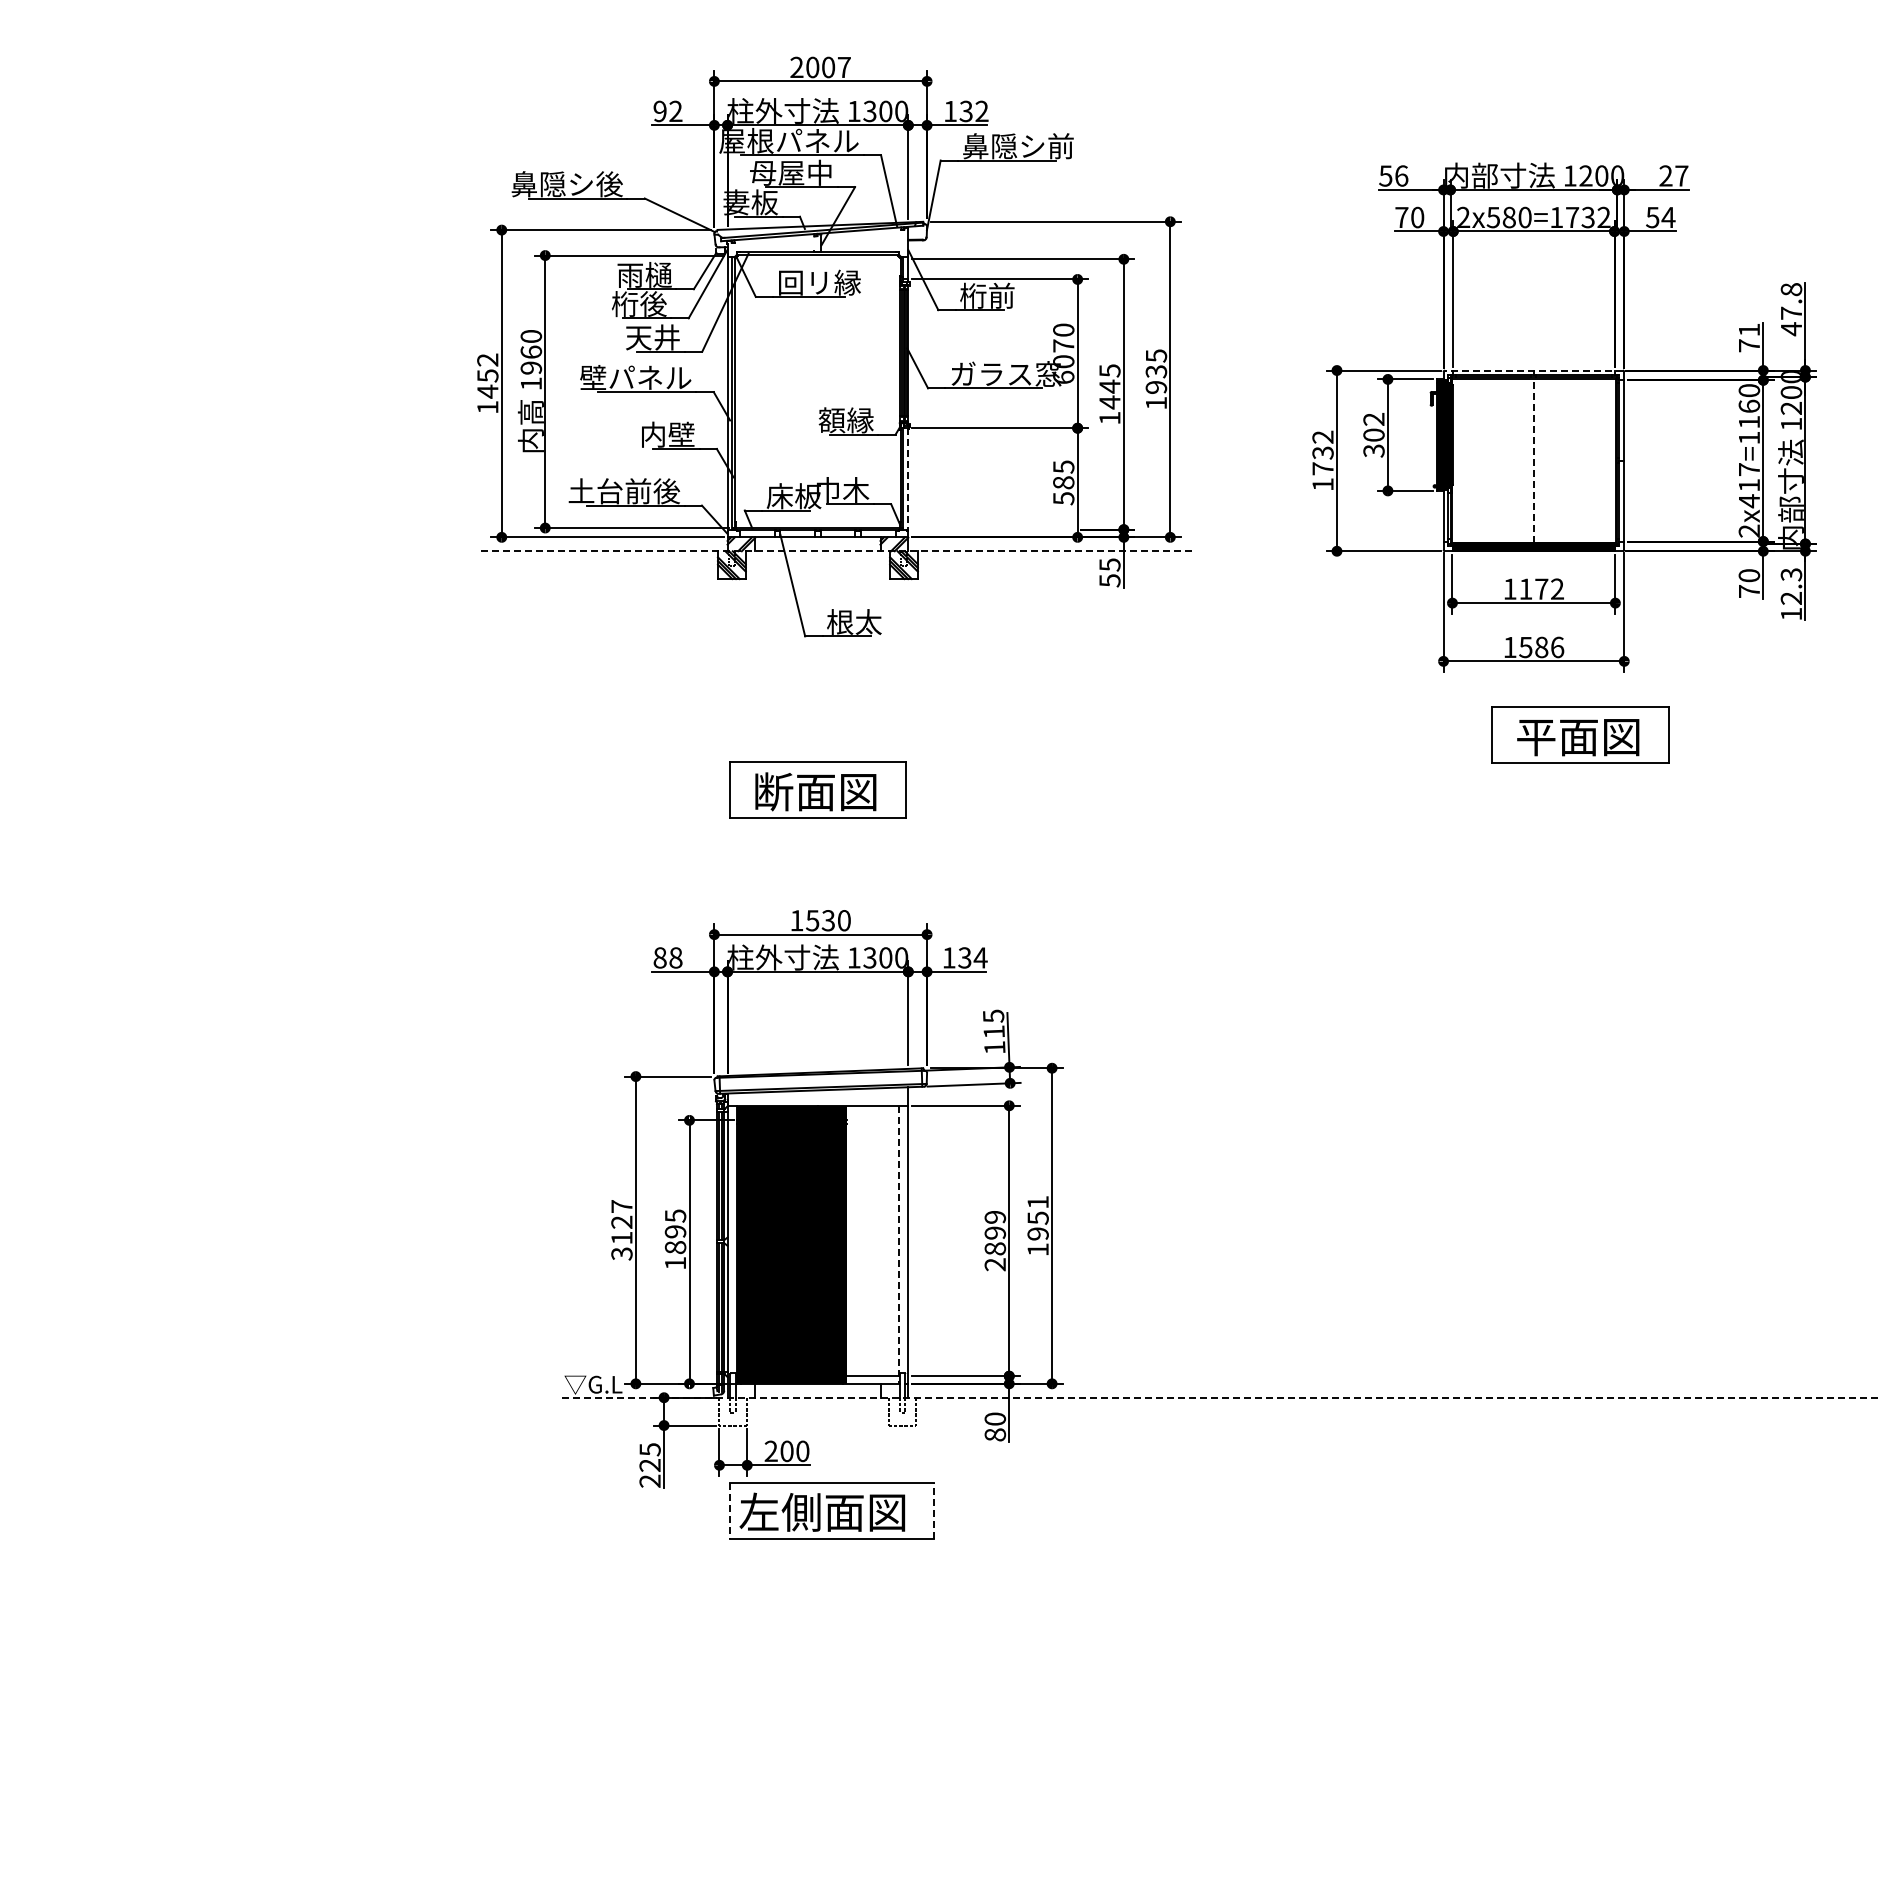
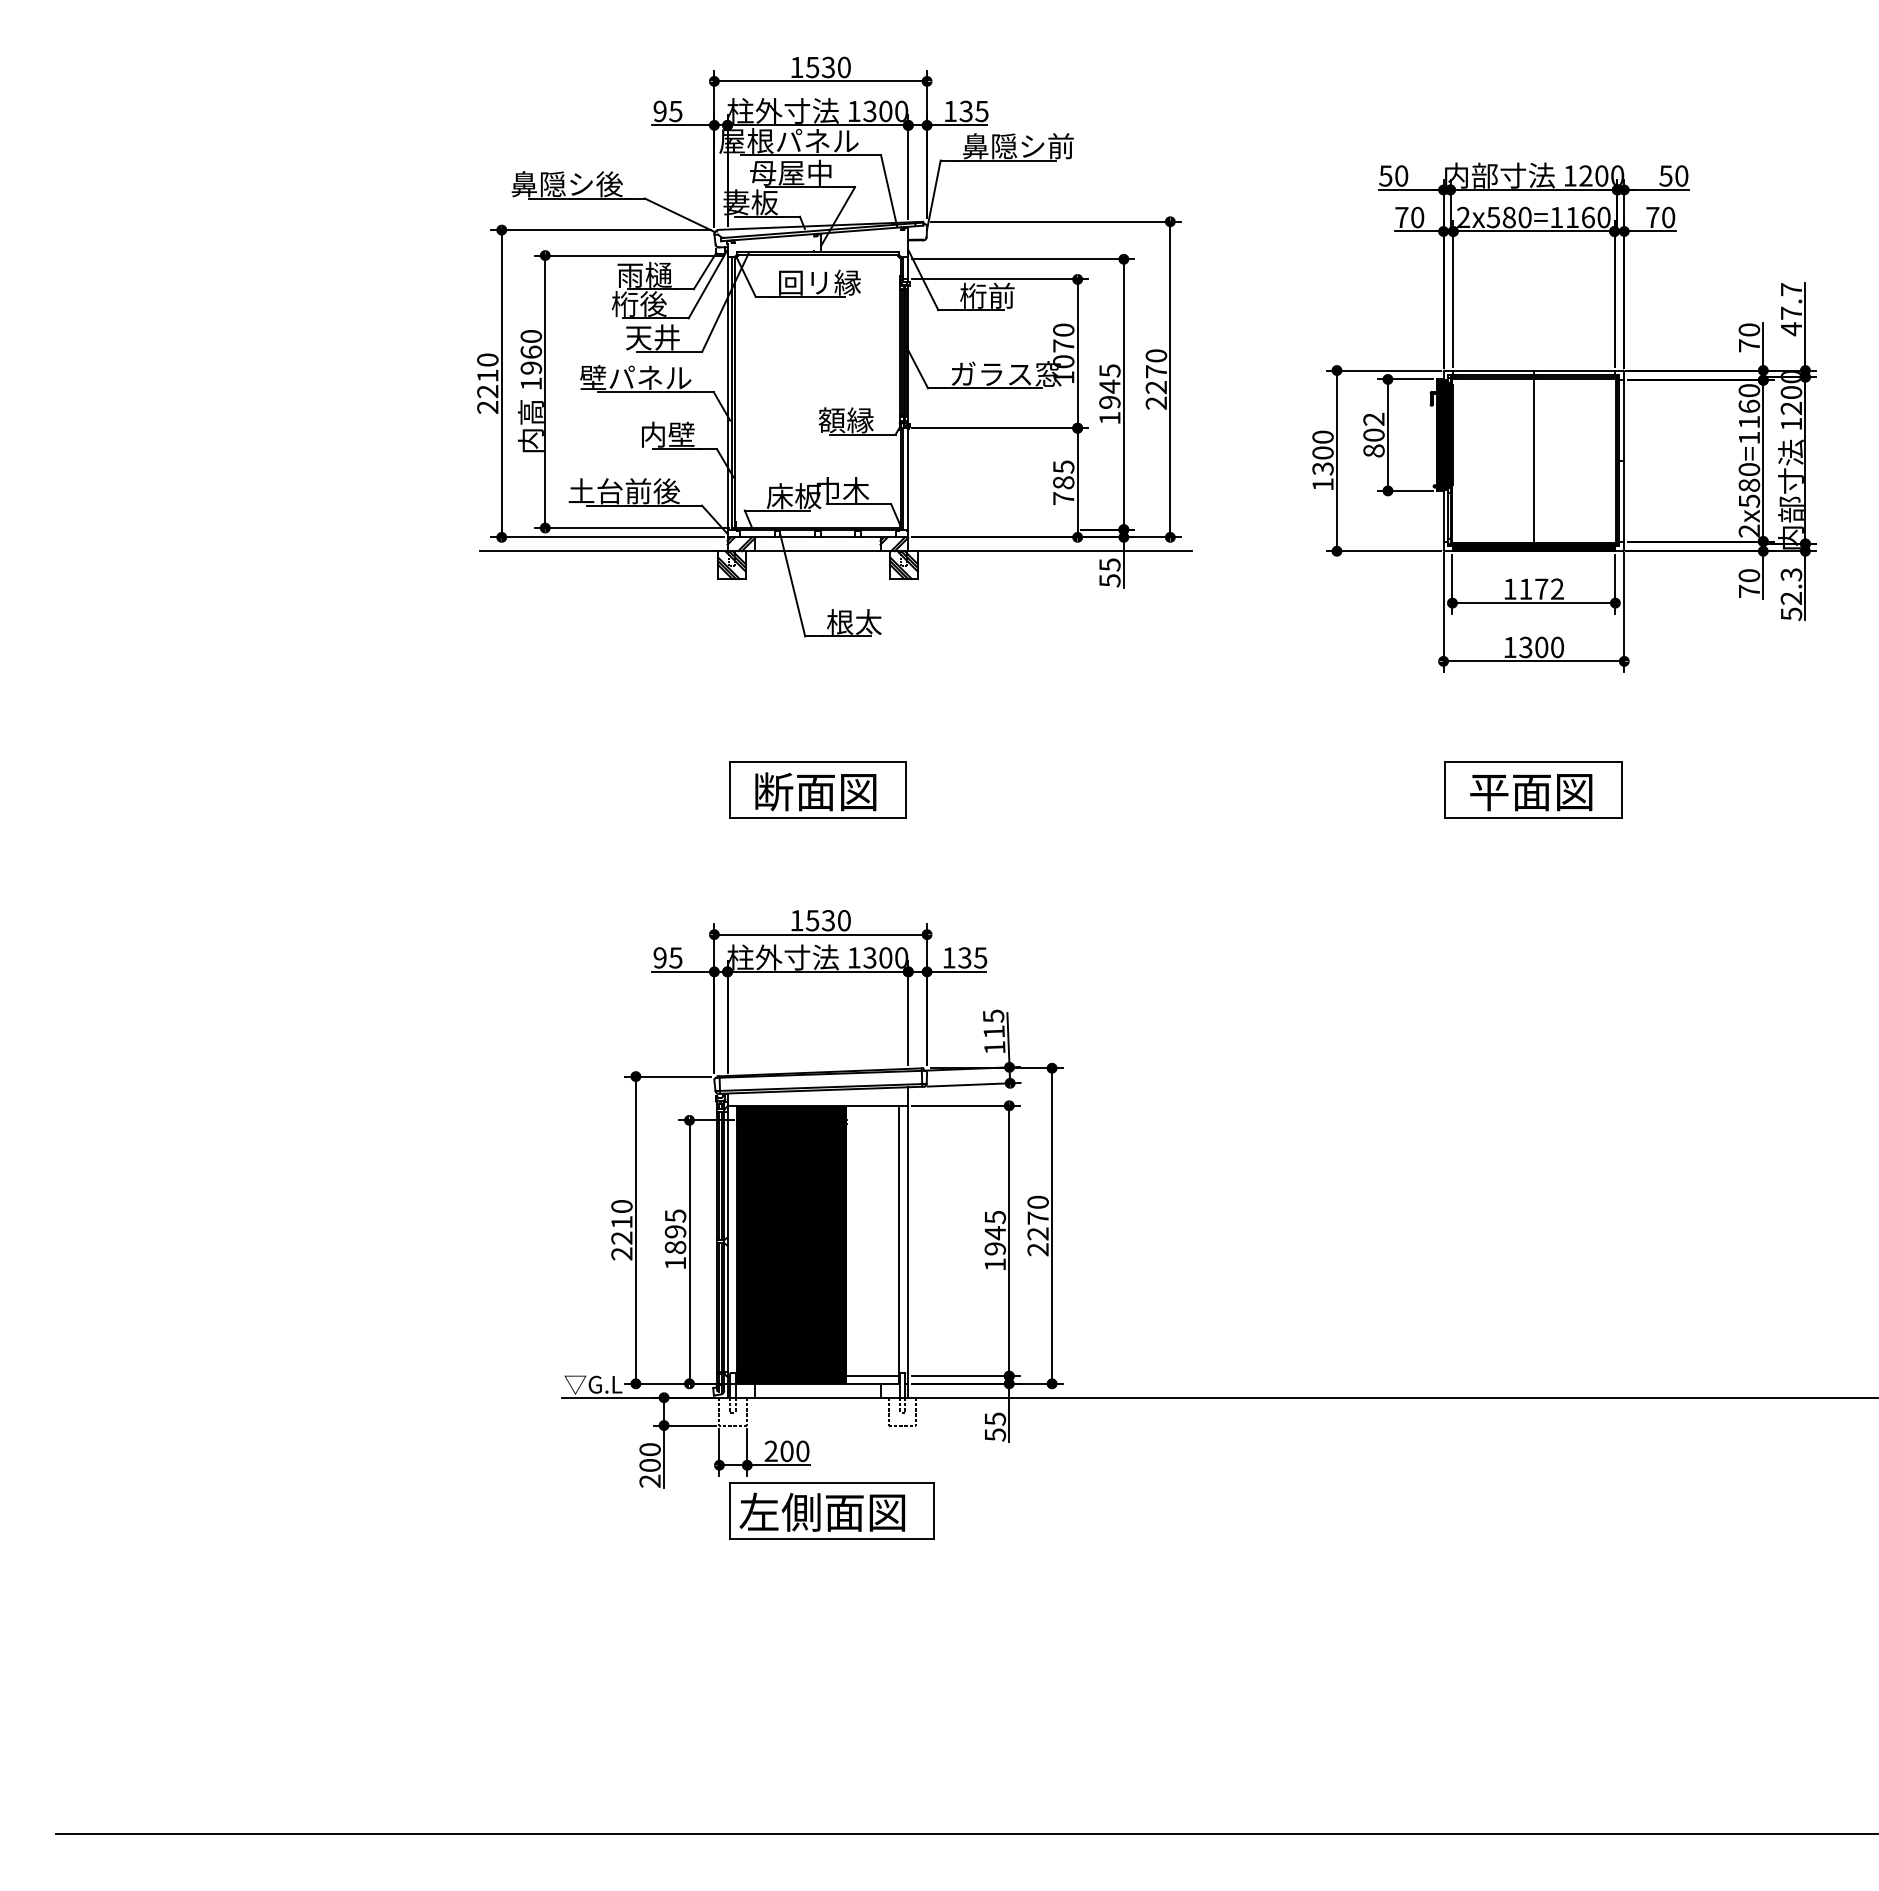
text at (820, 67): 2007 -> 1530
text at (675, 111): 92 -> 95
text at (981, 111): 132 -> 135
text at (1401, 175): 56 -> 50
text at (1673, 175): 27 -> 50
text at (1588, 217): 2x580=1732 -> 2x580=1160
text at (1660, 217): 54 -> 70
text at (1791, 289): 47.8 -> 47.7
text at (1749, 329): 71 -> 70
line at (1533, 370): dashed -> solid
text at (1063, 376): 6070 -> 1070
text at (1156, 379): 1935 -> 2270
text at (487, 383): 1452 -> 2210
text at (1109, 402): 1445 -> 1945
text at (1373, 450): 302 -> 802
text at (1322, 452): 1732 -> 1300
line at (1534, 460): dashed -> solid
line at (908, 478): dashed -> solid
text at (1749, 485): 2x417=1160 -> 2x580=1160
text at (1063, 498): 585 -> 785
line at (835, 551): dashed -> solid
text at (1791, 614): 12.3 -> 52.3
text at (1542, 647): 1586 -> 1300
part at (1580, 734) position: (1580, 734) -> (1533, 789)
text at (667, 957): 88 -> 95
text at (980, 957): 134 -> 135
text at (1037, 1225): 1951 -> 2270
text at (621, 1230): 3127 -> 2210
text at (995, 1241): 2899 -> 1945
line at (898, 1245): dashed -> solid
line at (1221, 1397): dashed -> solid
text at (994, 1426): 80 -> 55
text at (649, 1457): 225 -> 200
line at (729, 1510): dashed -> solid
line at (934, 1510): dashed -> solid
line at (965, 1834): none -> present
